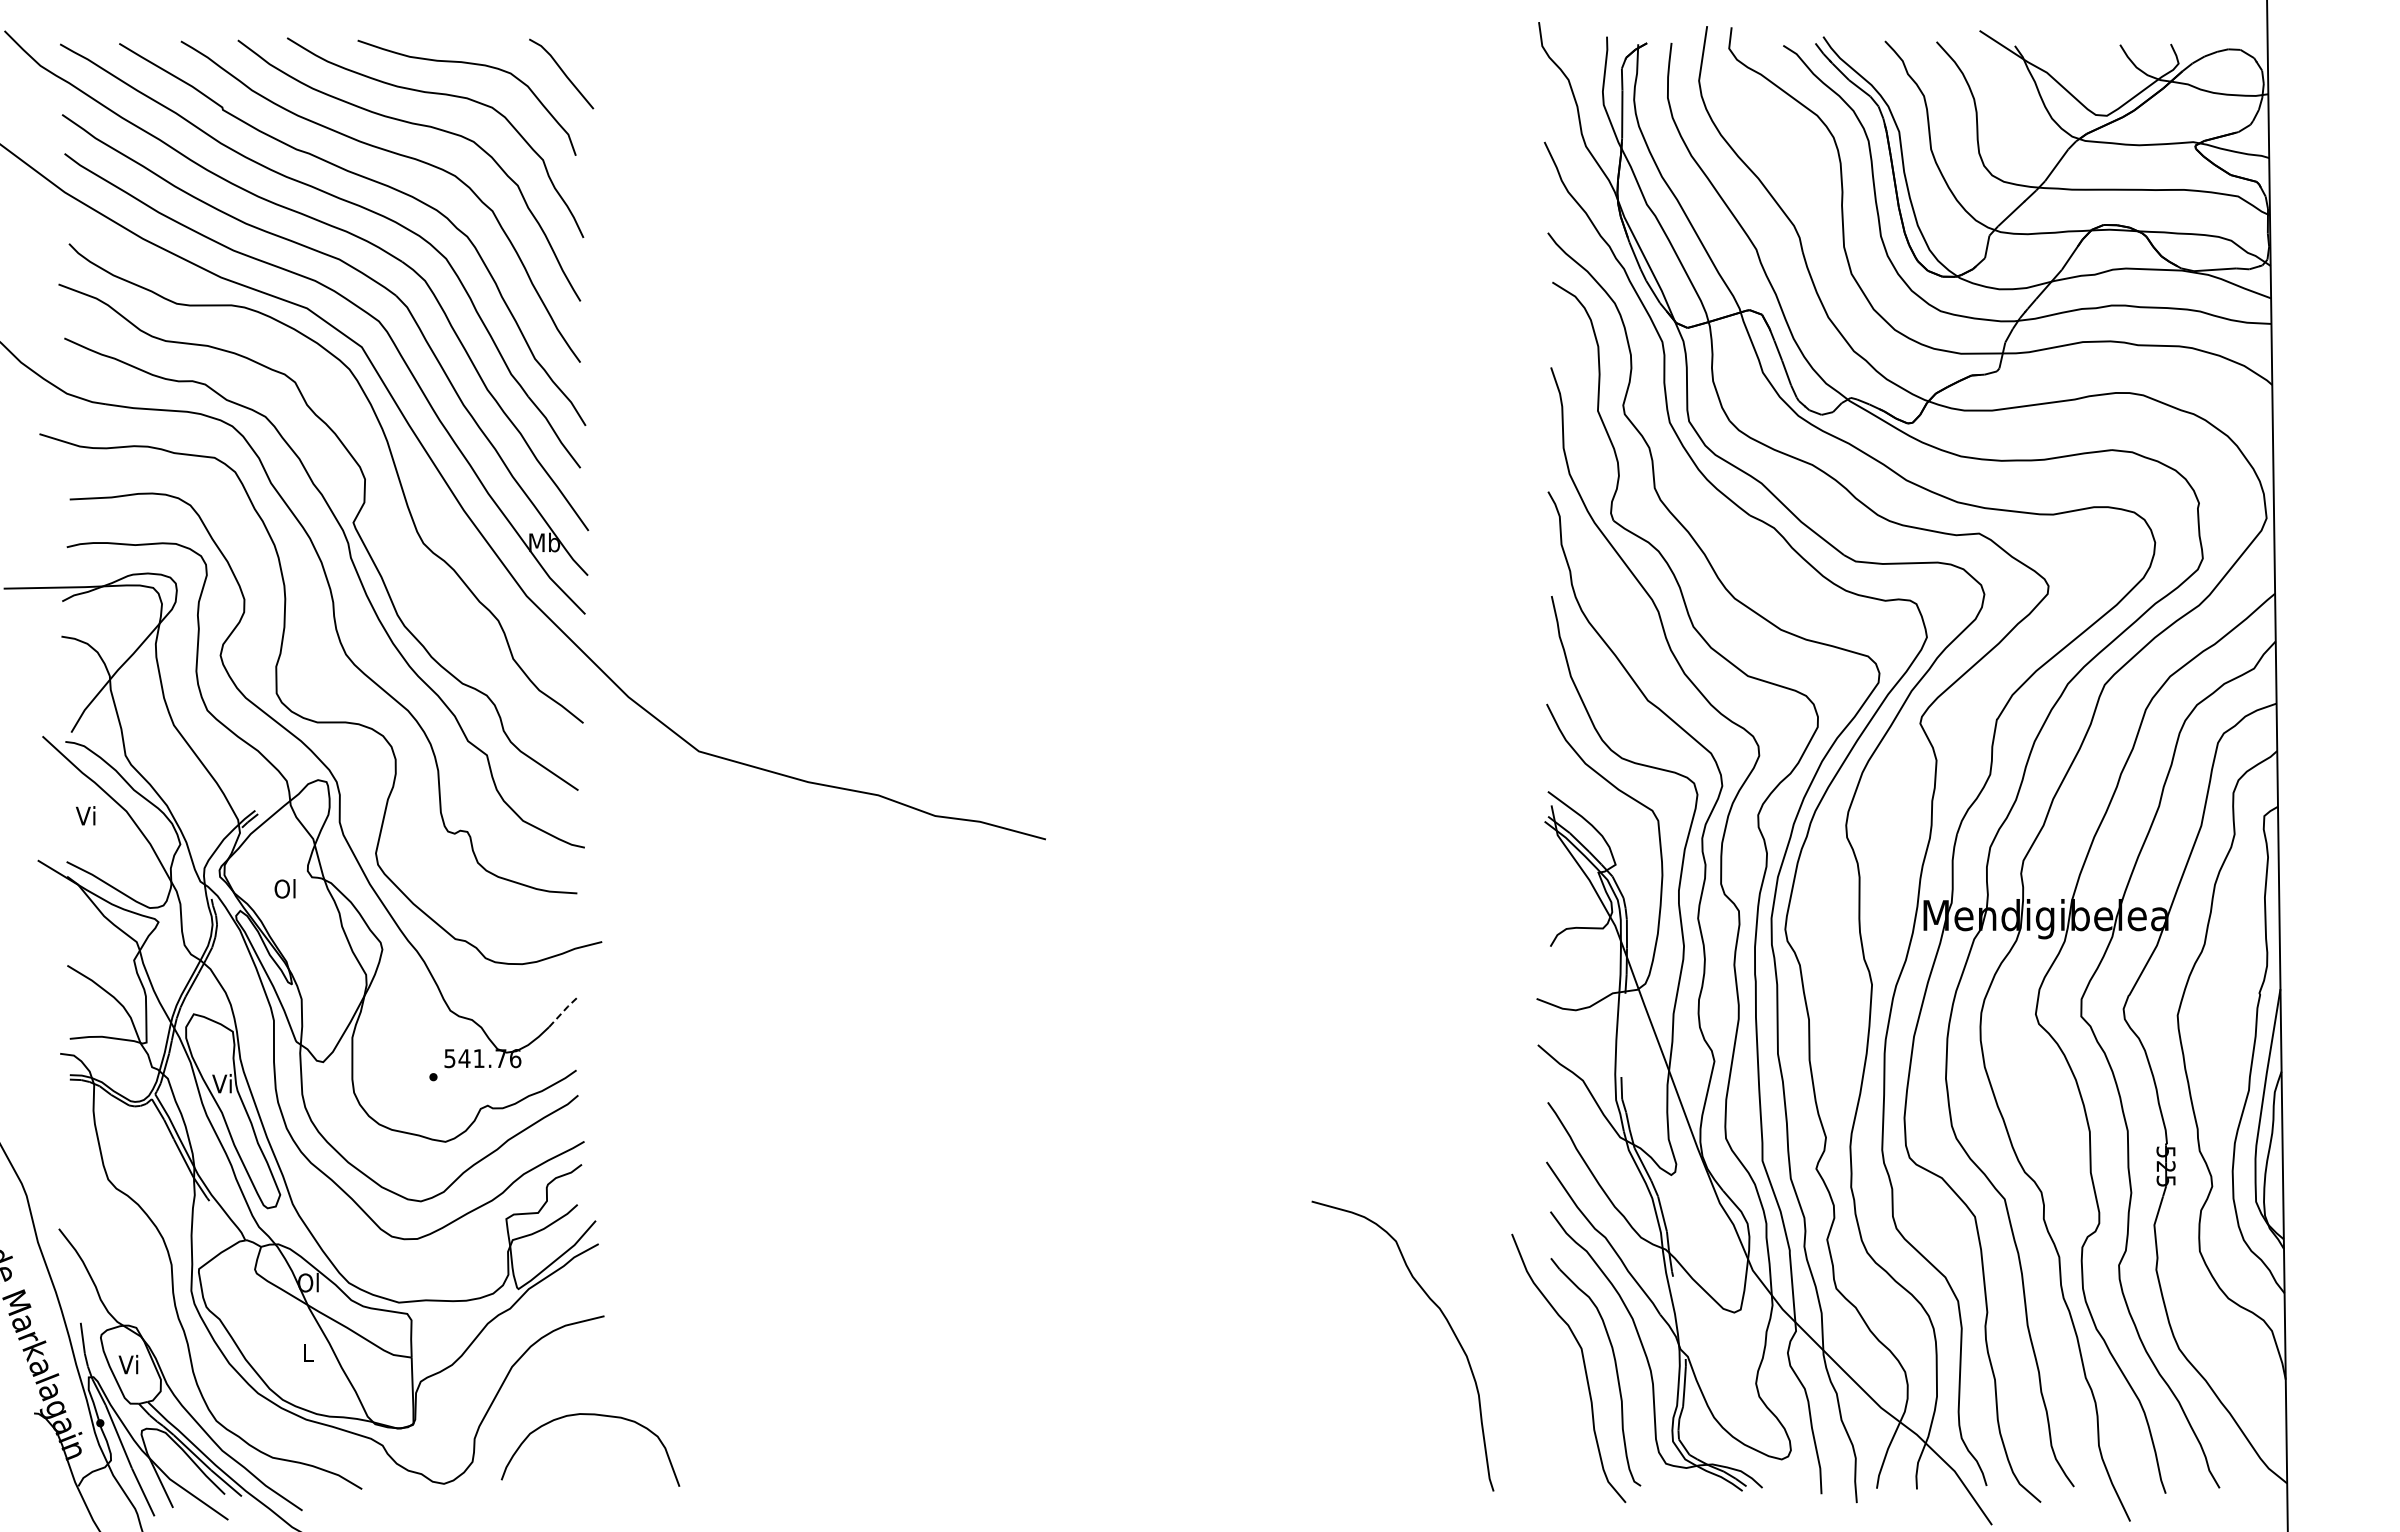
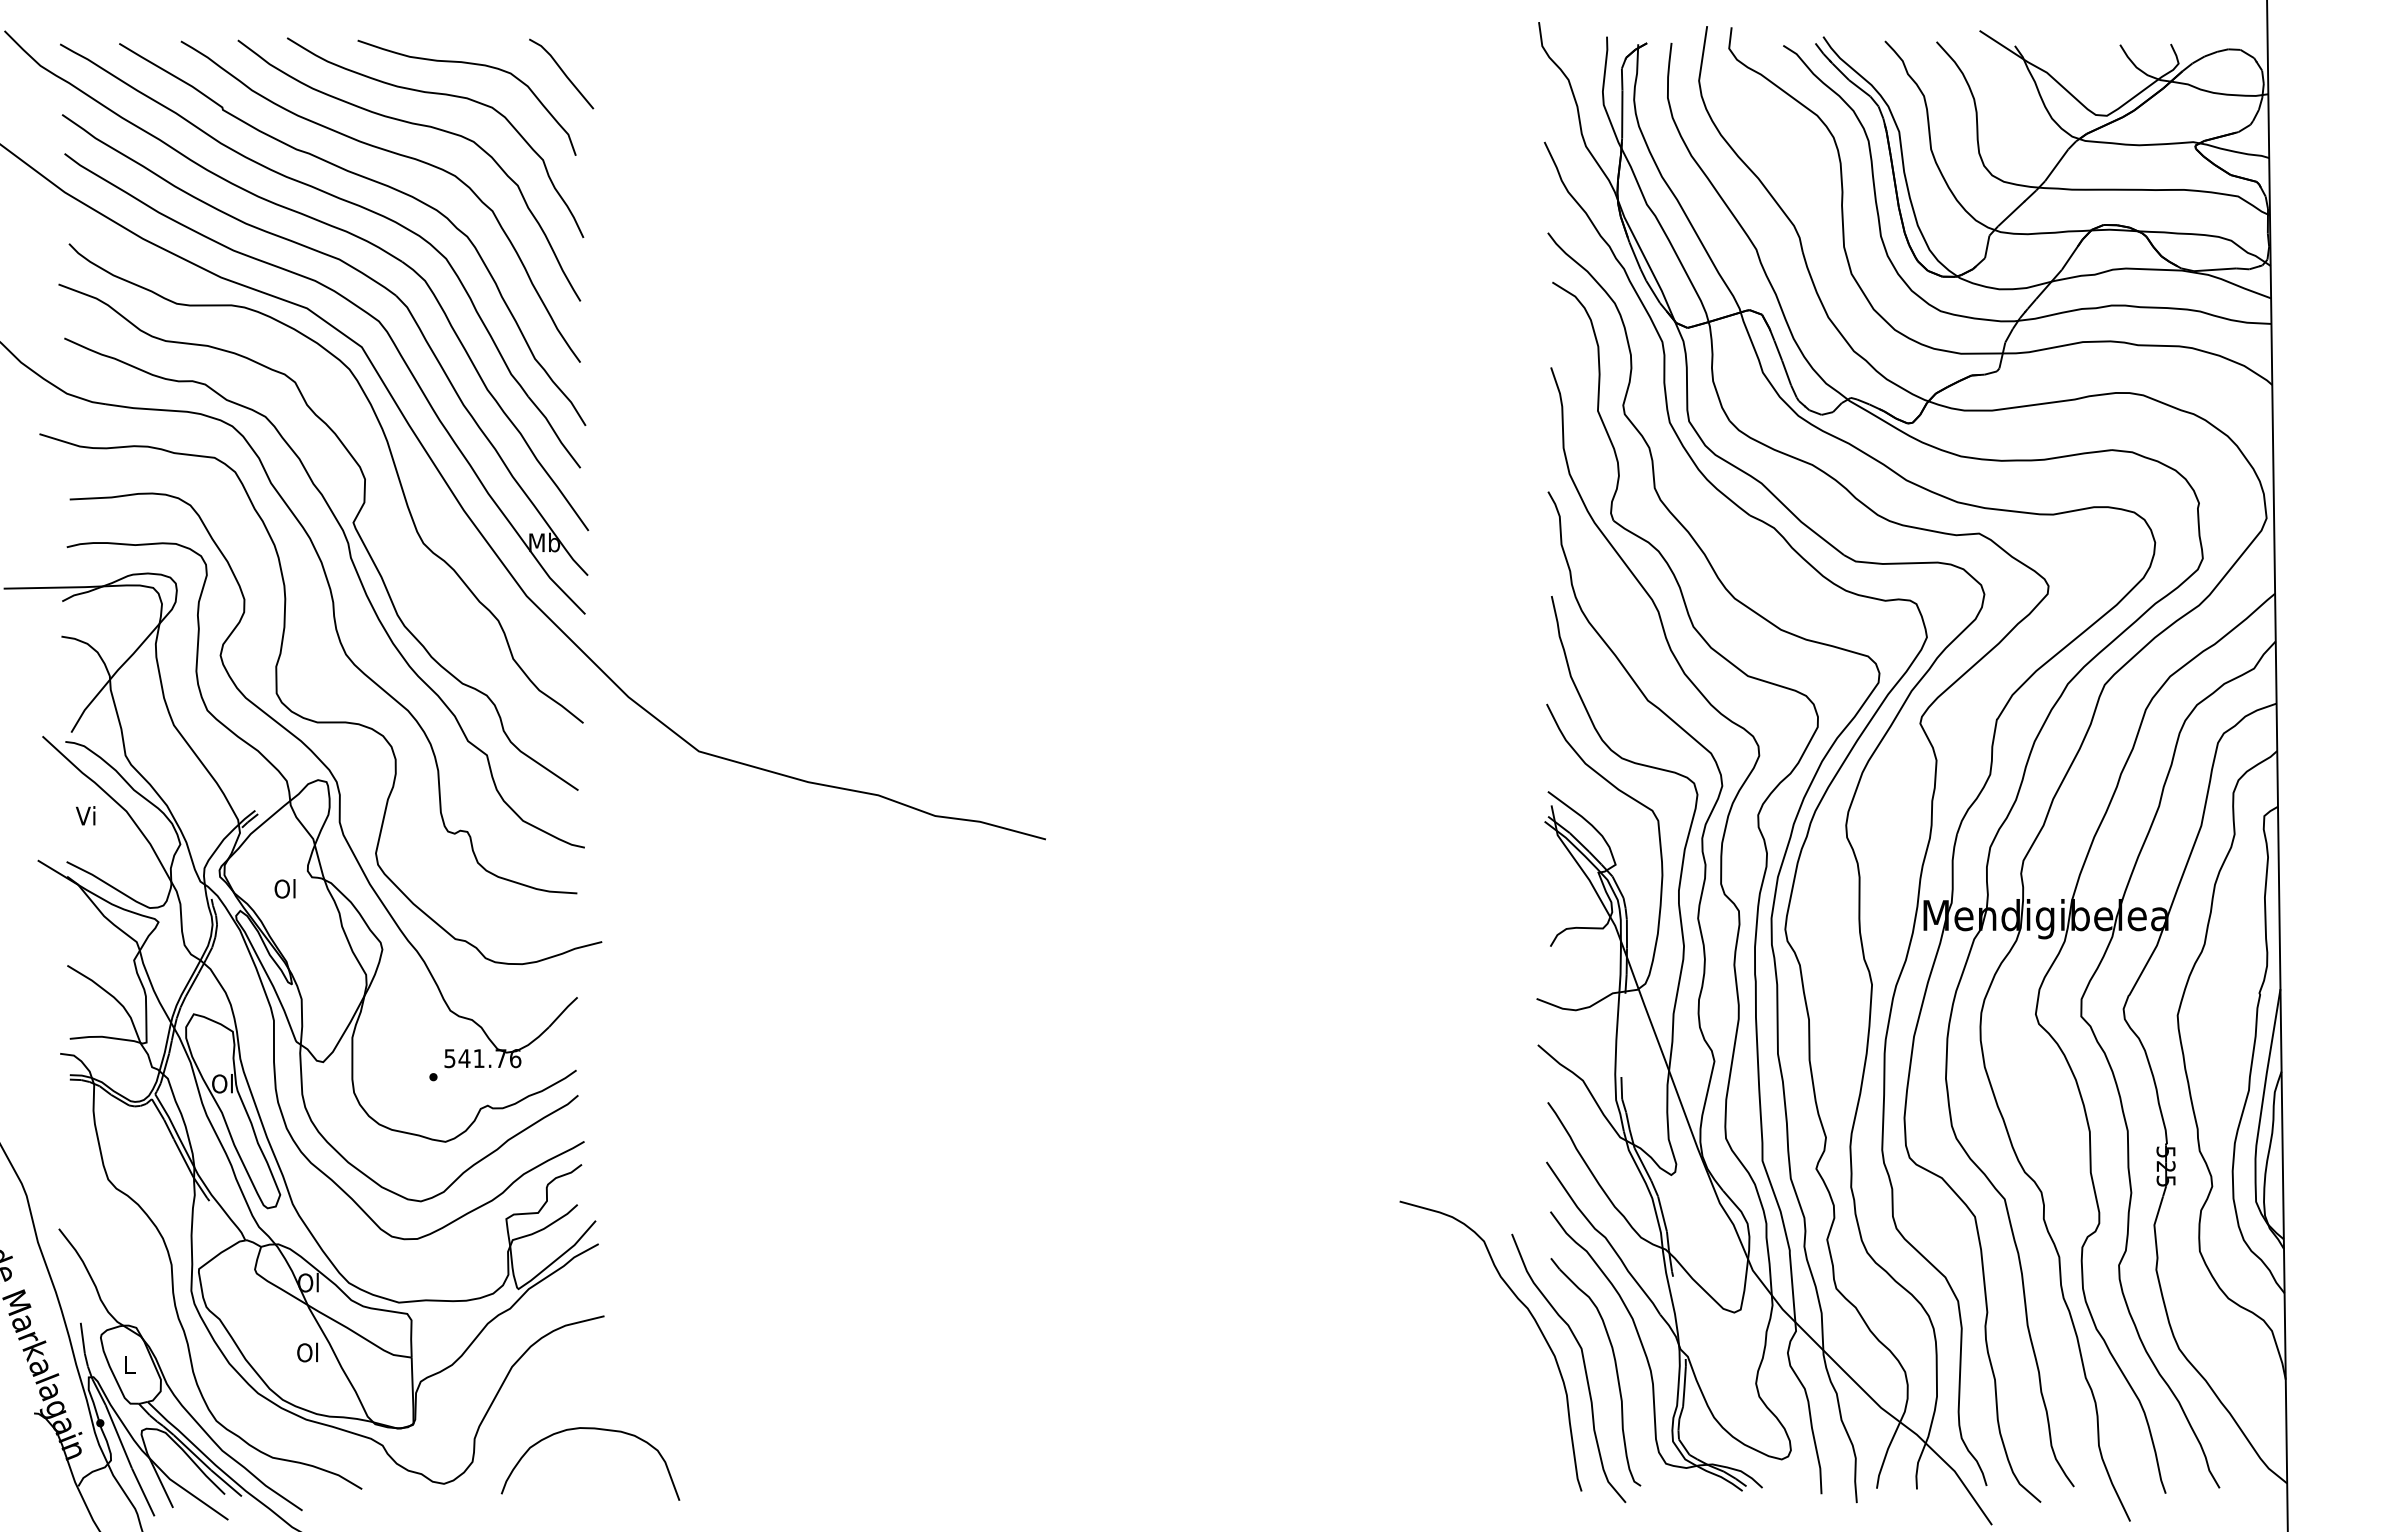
line at (563, 1010): dashed -> solid
text at (222, 1083): Vi -> Ol
curve at (1447, 1323) position: (1447, 1323) -> (1535, 1323)
text at (307, 1352): L -> Ol
text at (128, 1364): Vi -> L
curve at (590, 1415) position: (590, 1415) -> (590, 1429)
